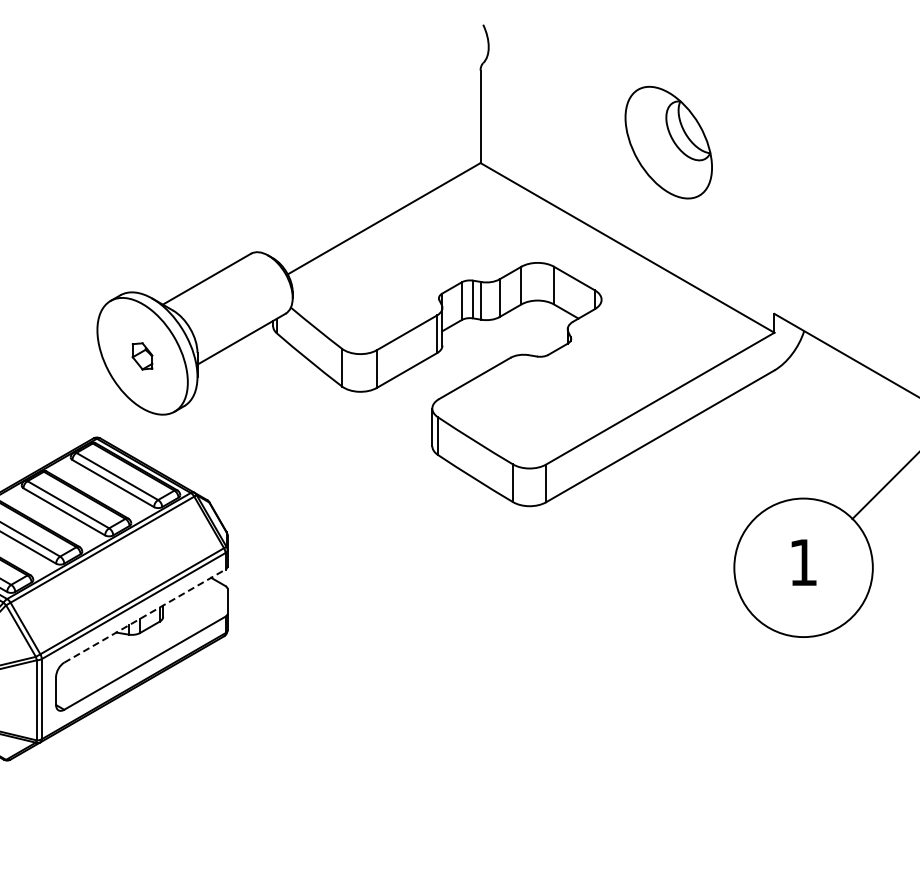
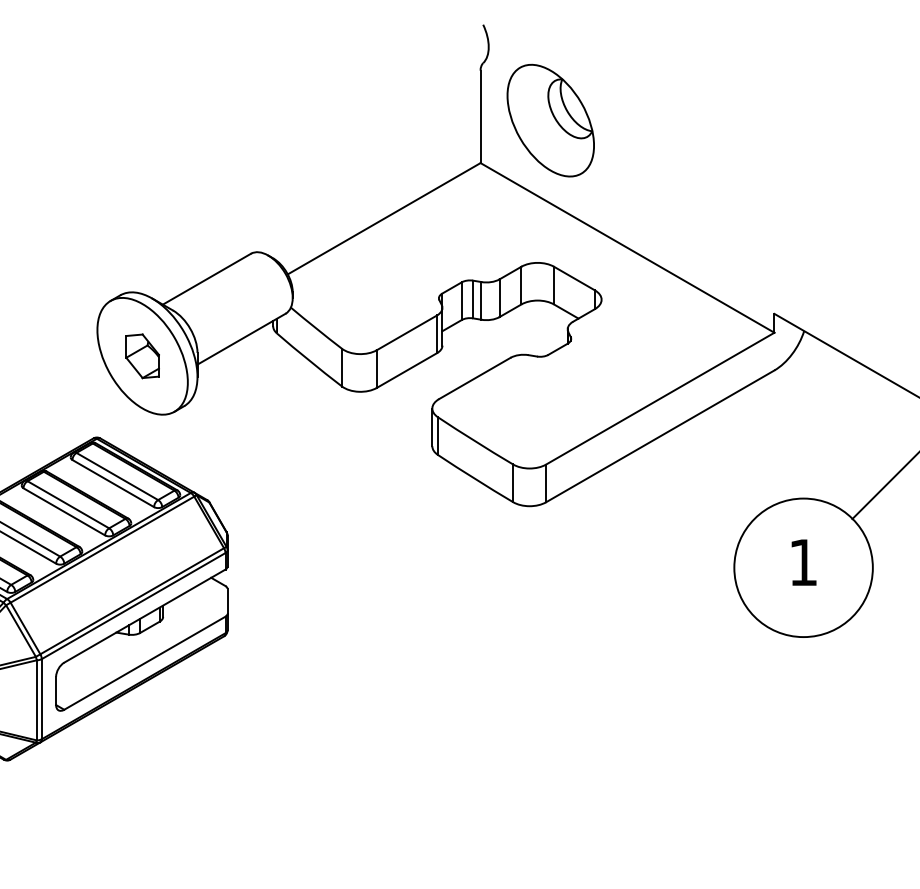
part at (668, 142) position: (668, 142) -> (550, 120)
part at (142, 356) size: 23x29 px -> 35x47 px
line at (145, 615): dashed -> solid
